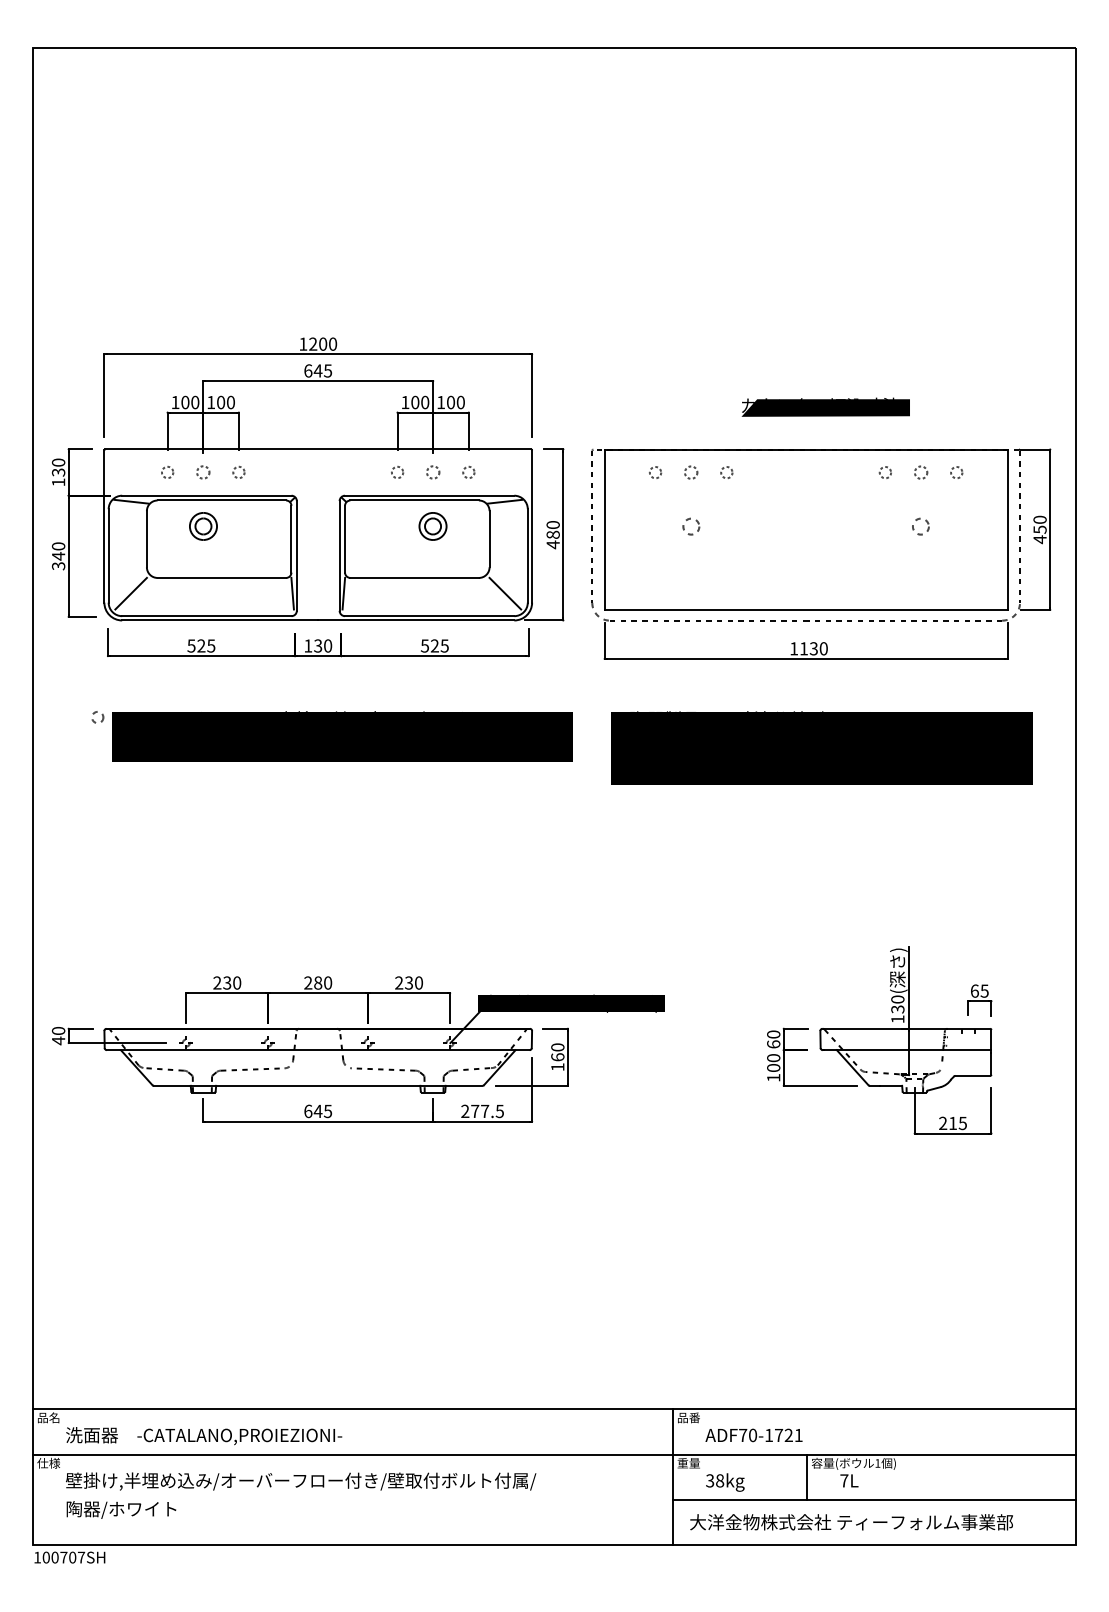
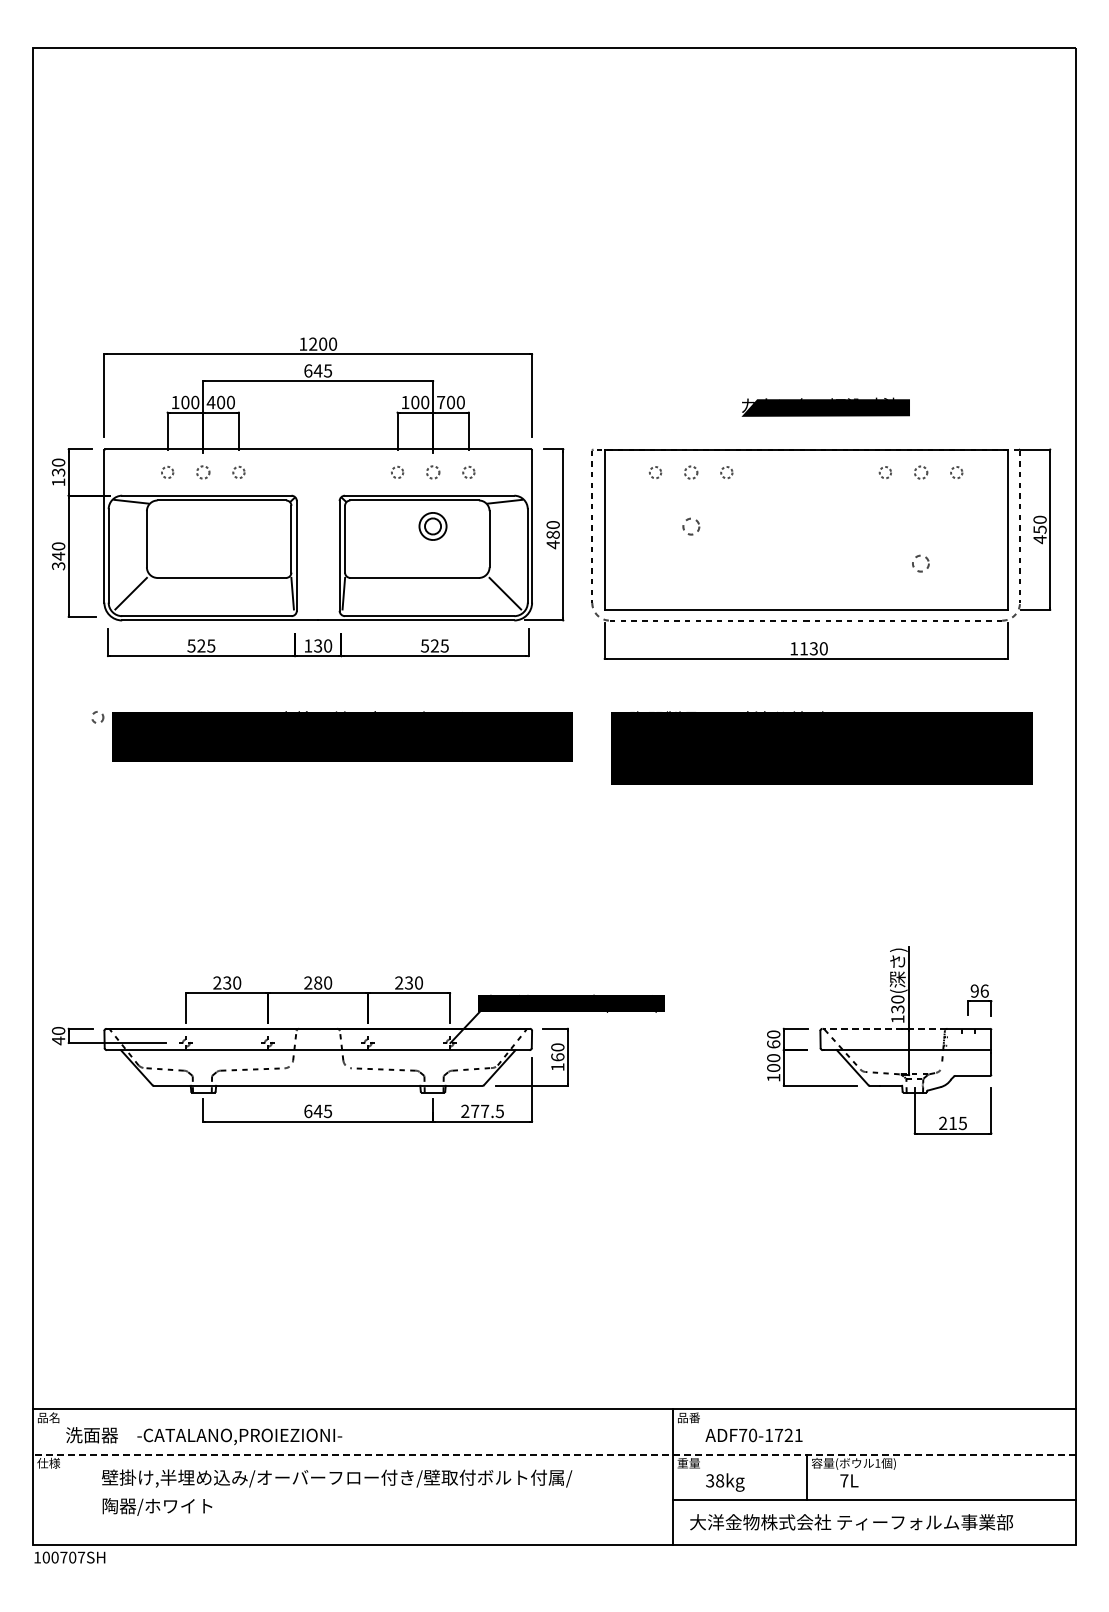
text at (210, 402): 100 -> 400
text at (441, 402): 100 -> 700
part at (203, 526): present -> none
circle at (920, 526) position: (920, 526) -> (920, 563)
text at (979, 990): 65 -> 96
line at (884, 1028): solid -> dashed
line at (554, 1454): solid -> dashed
text at (301, 1495) position: (301, 1495) -> (337, 1492)
